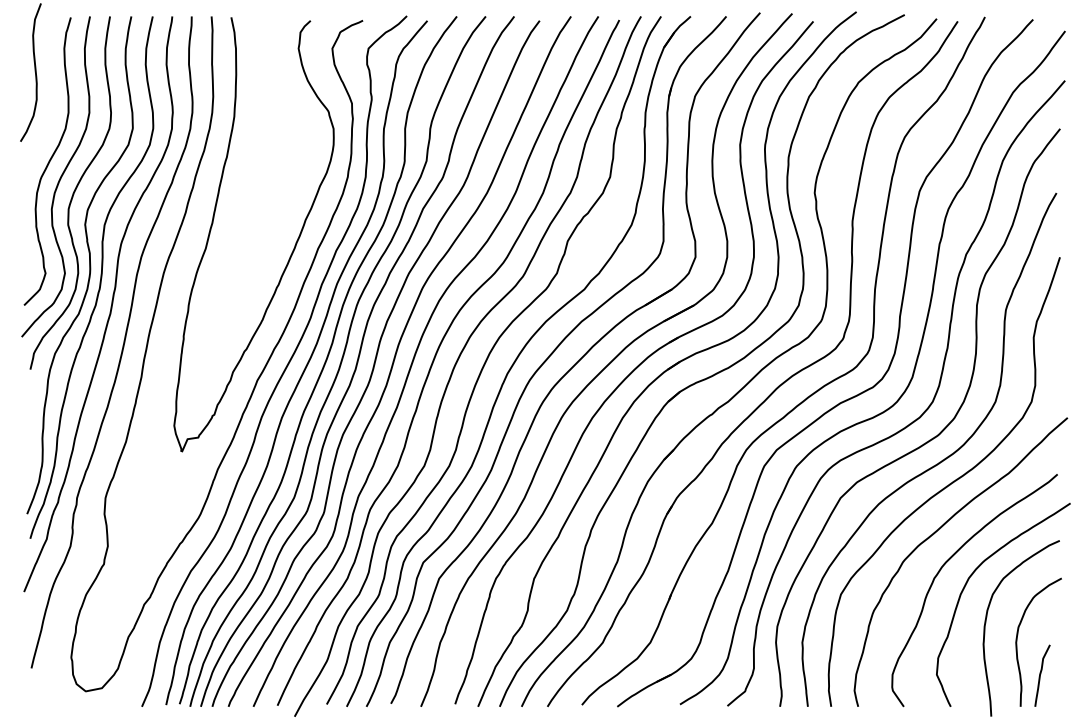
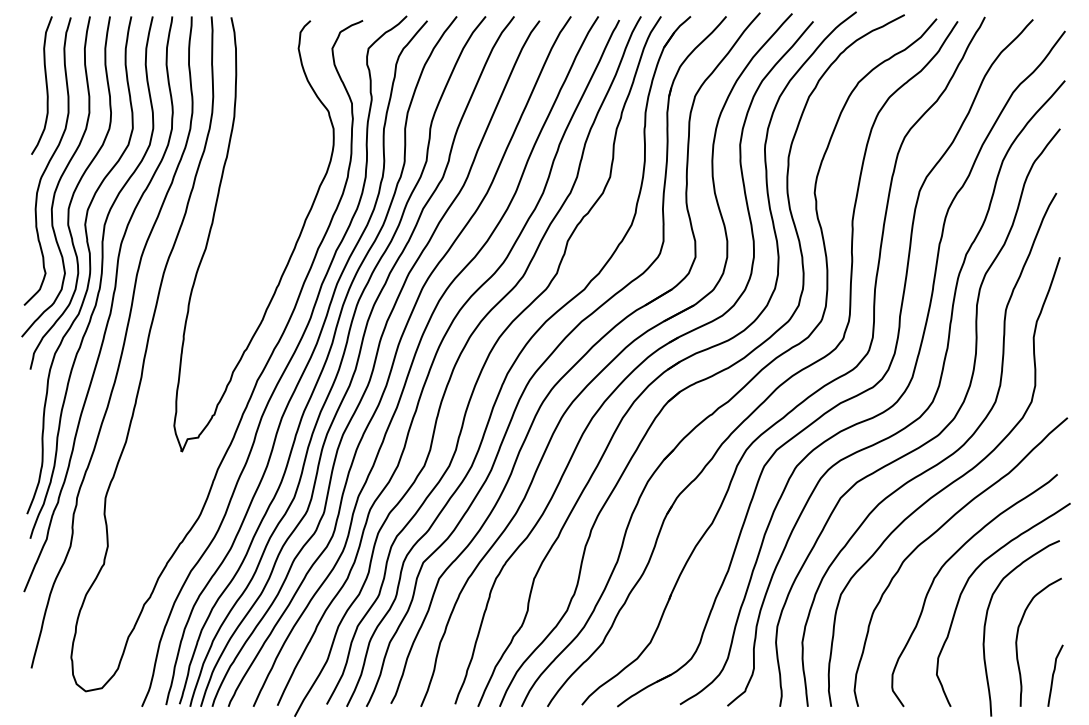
curve at (34, 71) position: (34, 71) -> (45, 84)
curve at (1041, 674) position: (1041, 674) -> (1054, 674)
